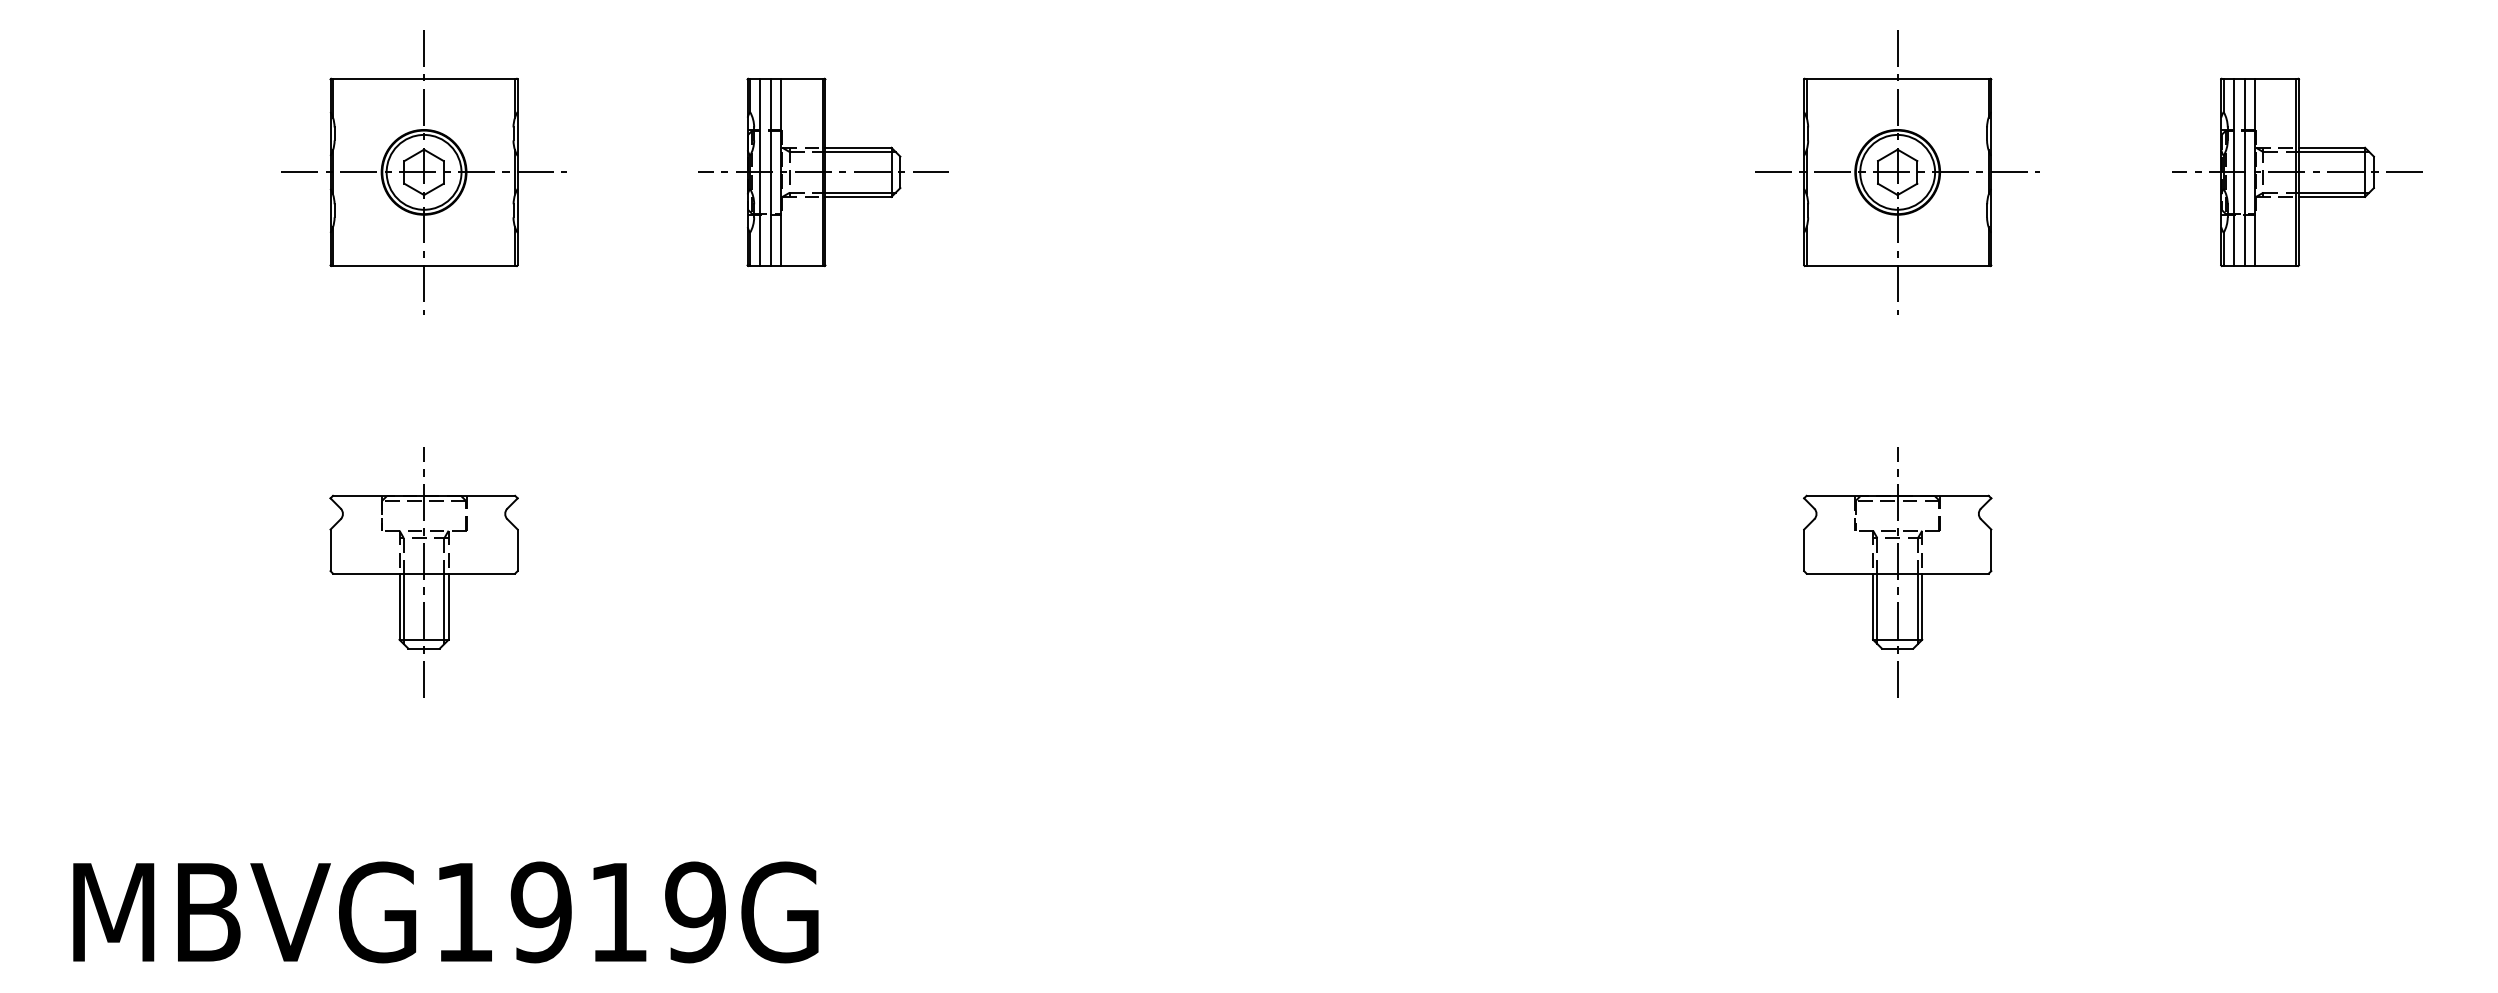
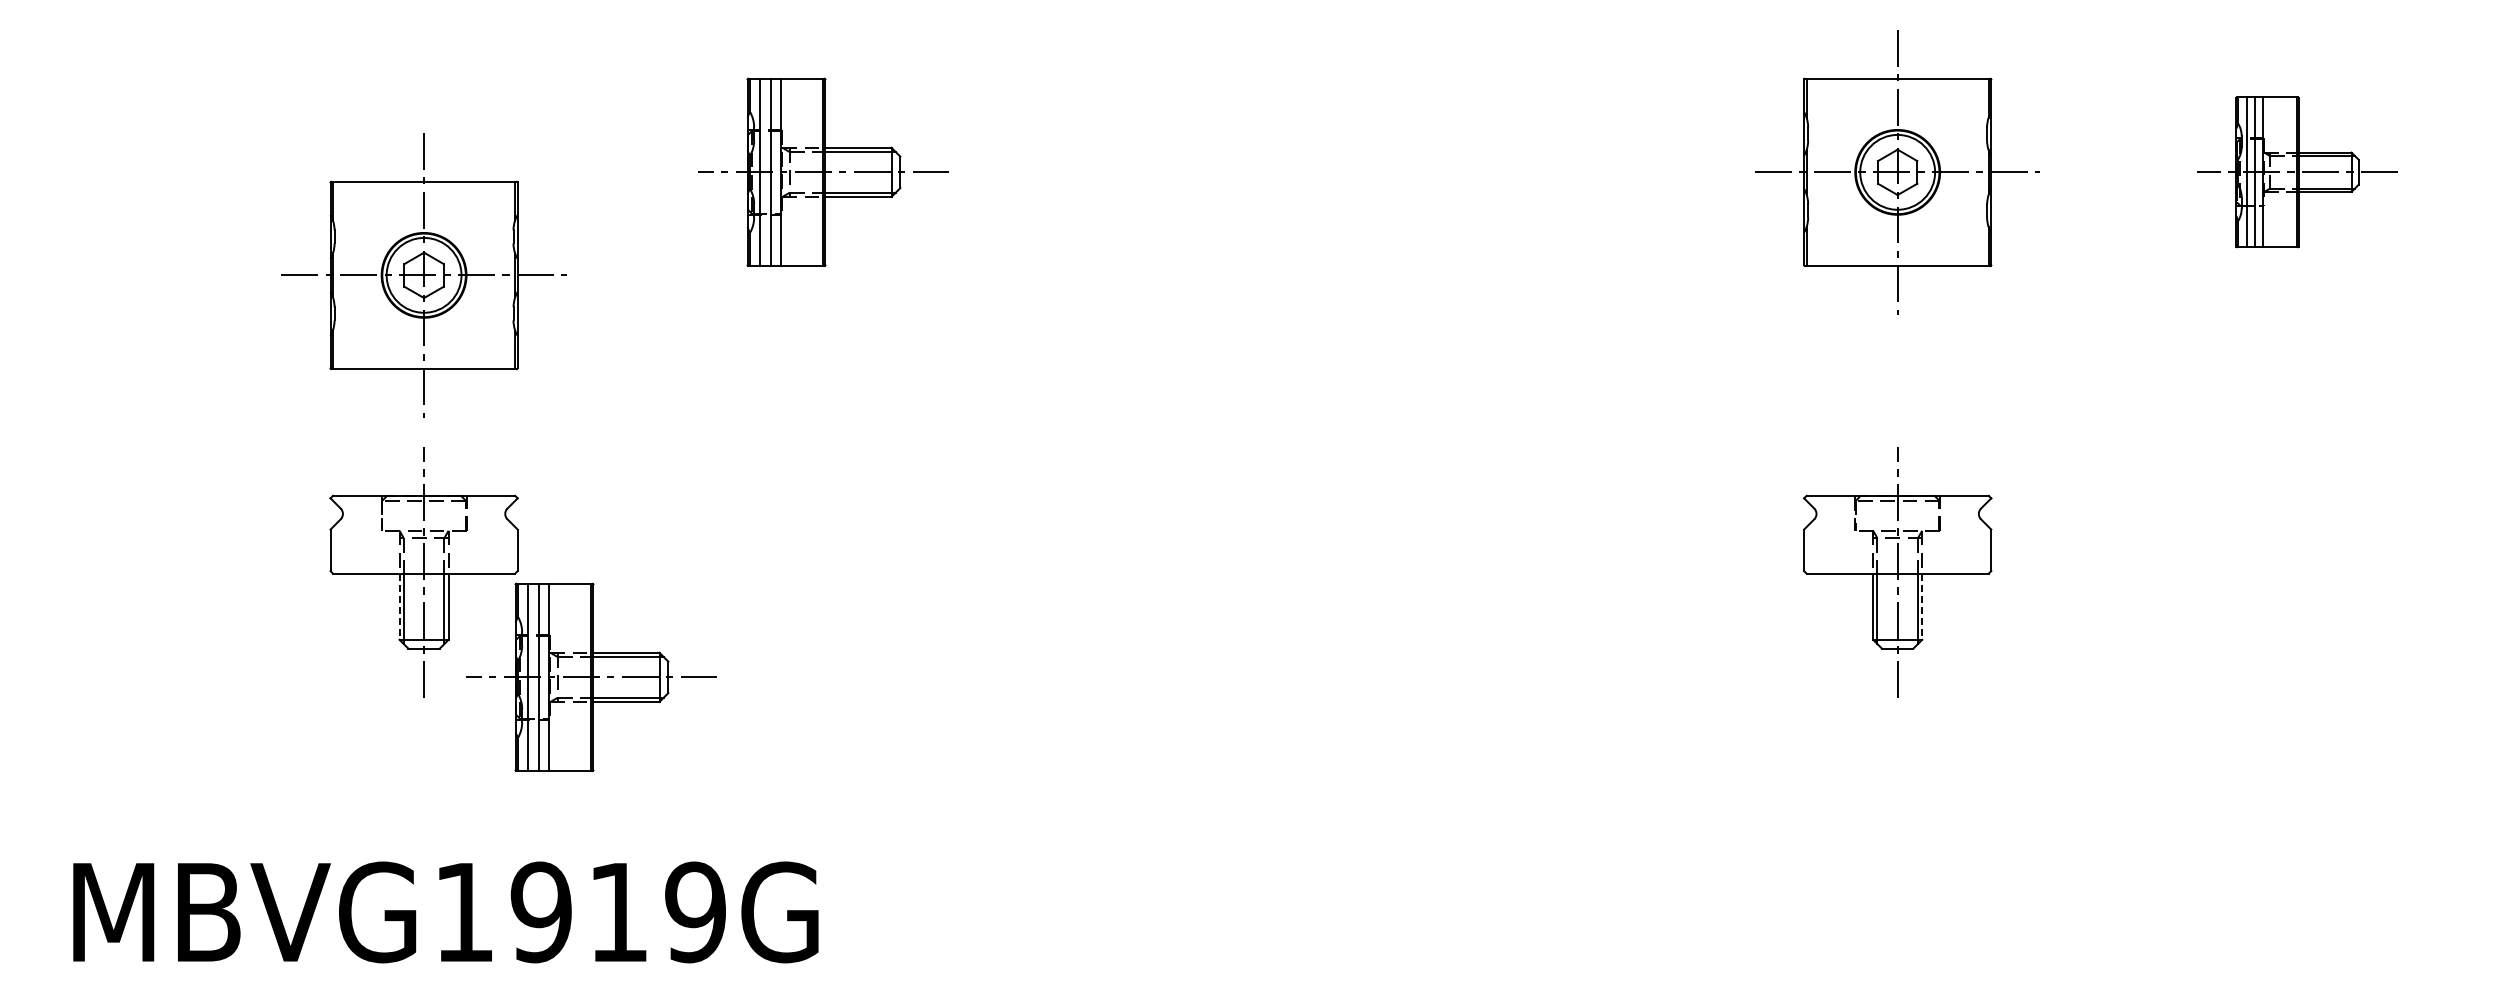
part at (2297, 171) size: 251x190 px -> 201x153 px
part at (423, 172) position: (423, 172) -> (423, 275)
line at (399, 607): solid -> dashed
line at (1922, 607): solid -> dashed
part at (591, 676): none -> present
